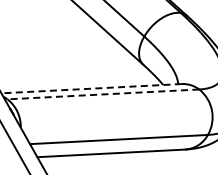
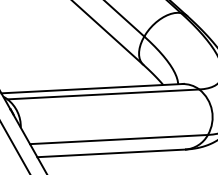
line at (91, 88): dashed -> solid
line at (102, 94): dashed -> solid
